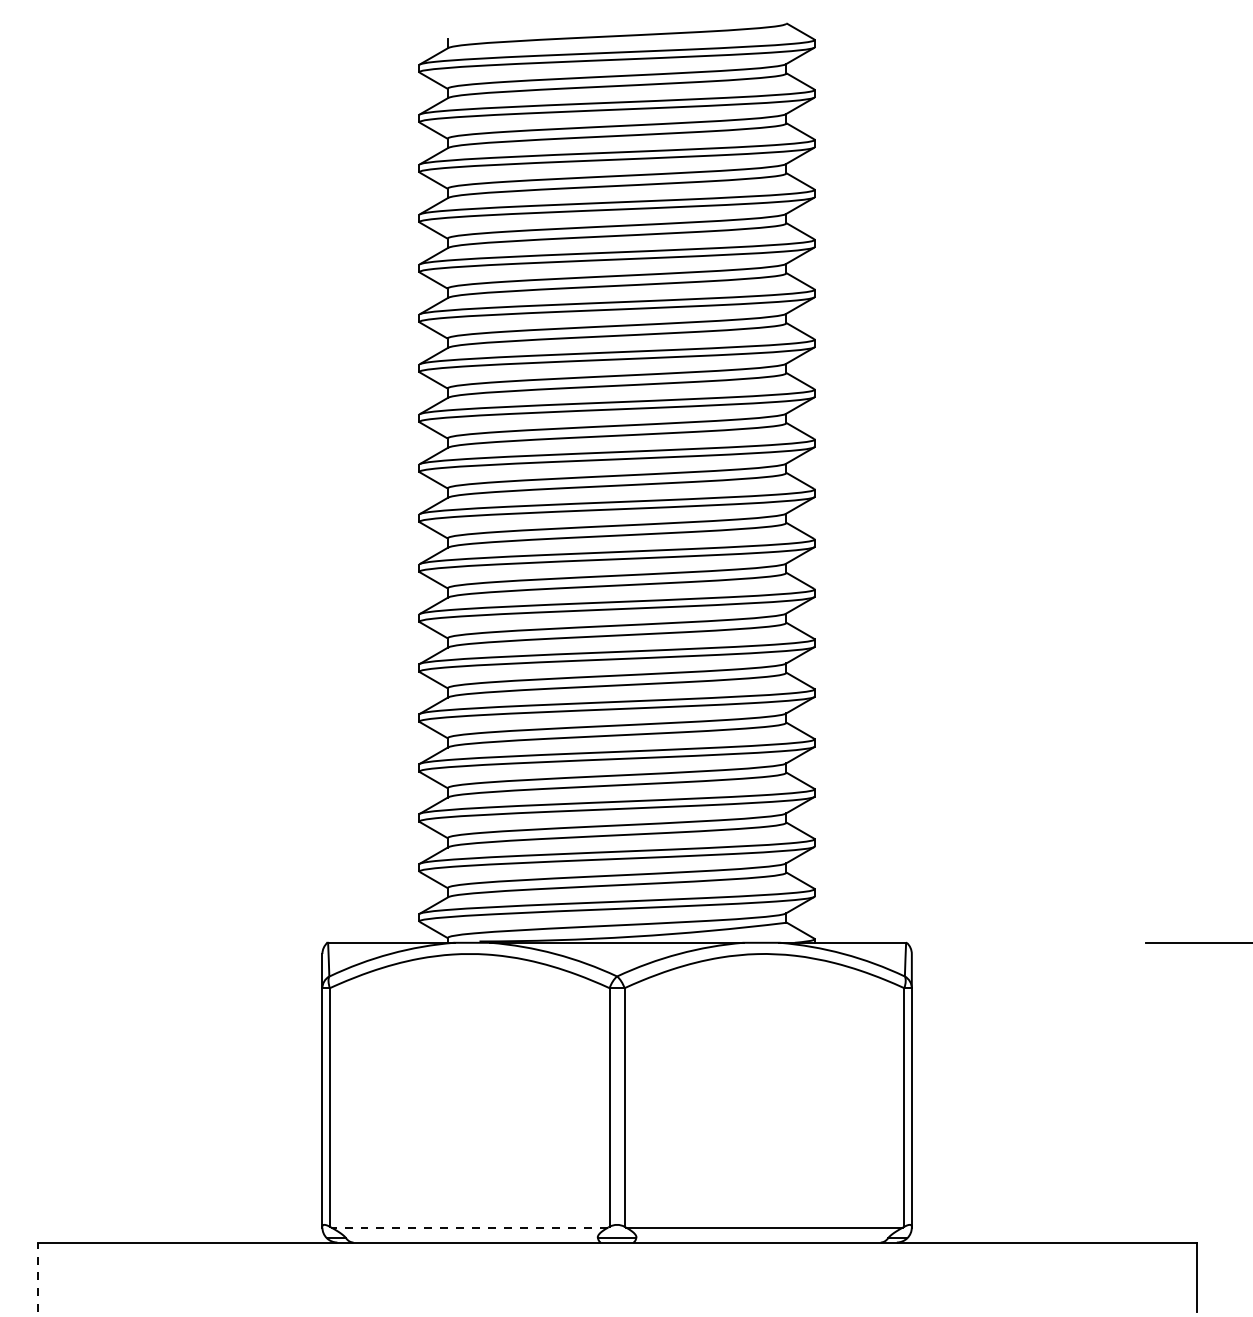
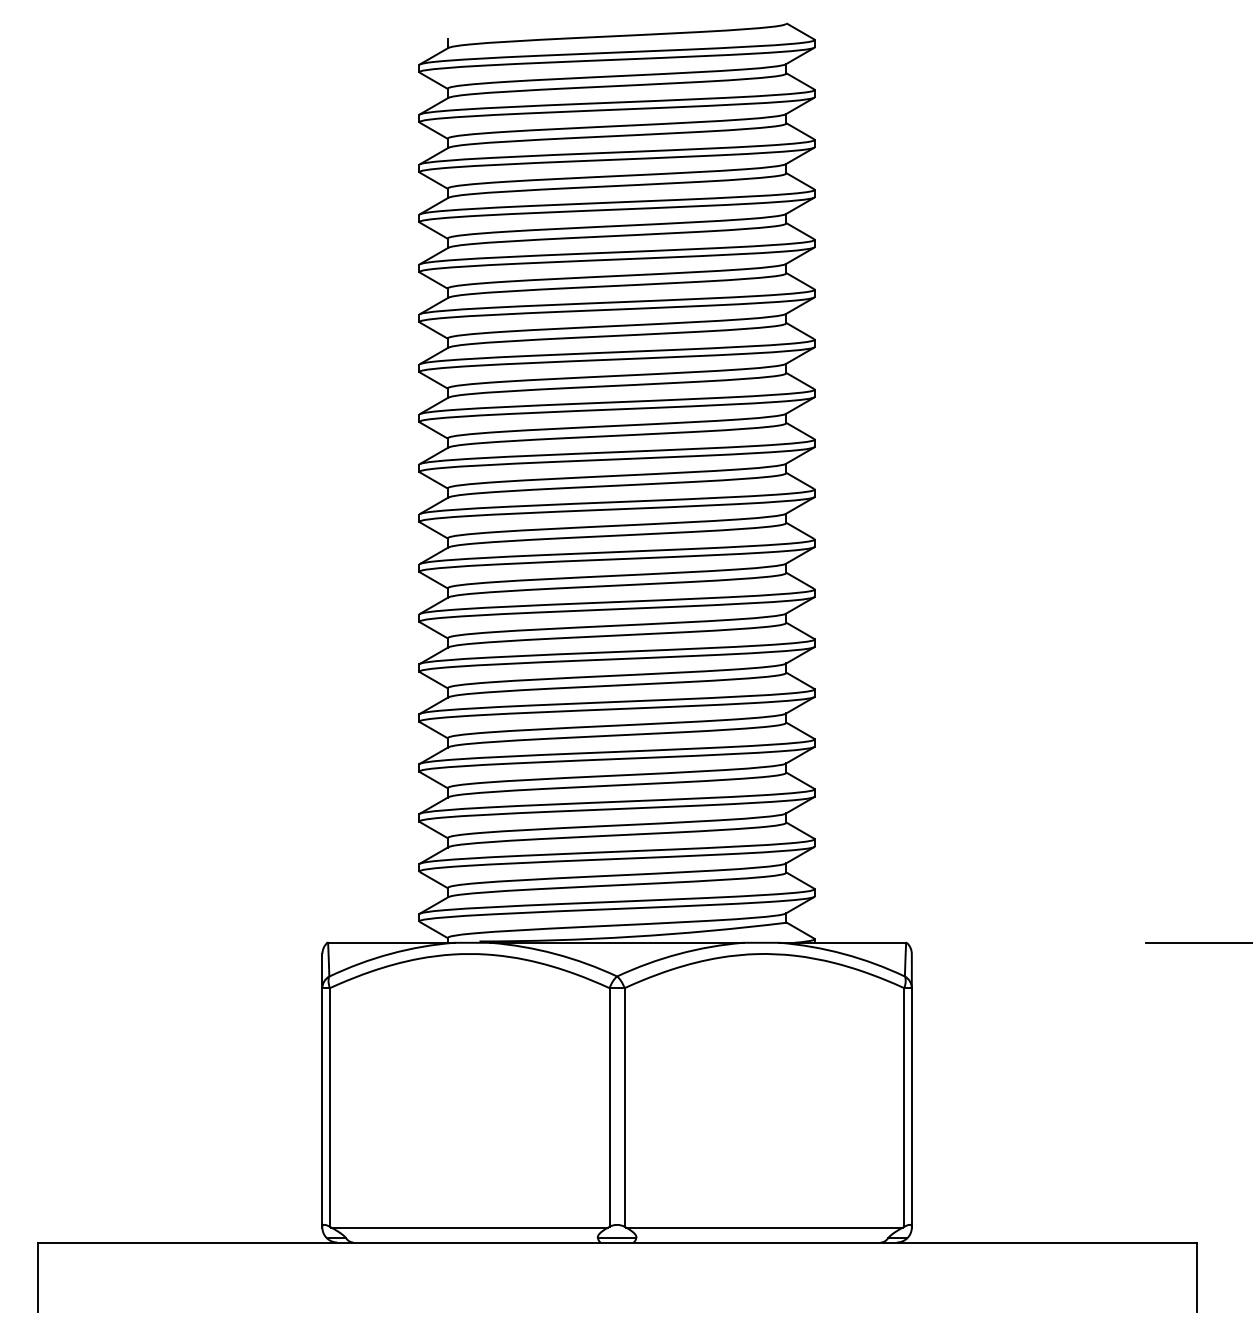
line at (469, 1227): dashed -> solid
line at (37, 1277): dashed -> solid
